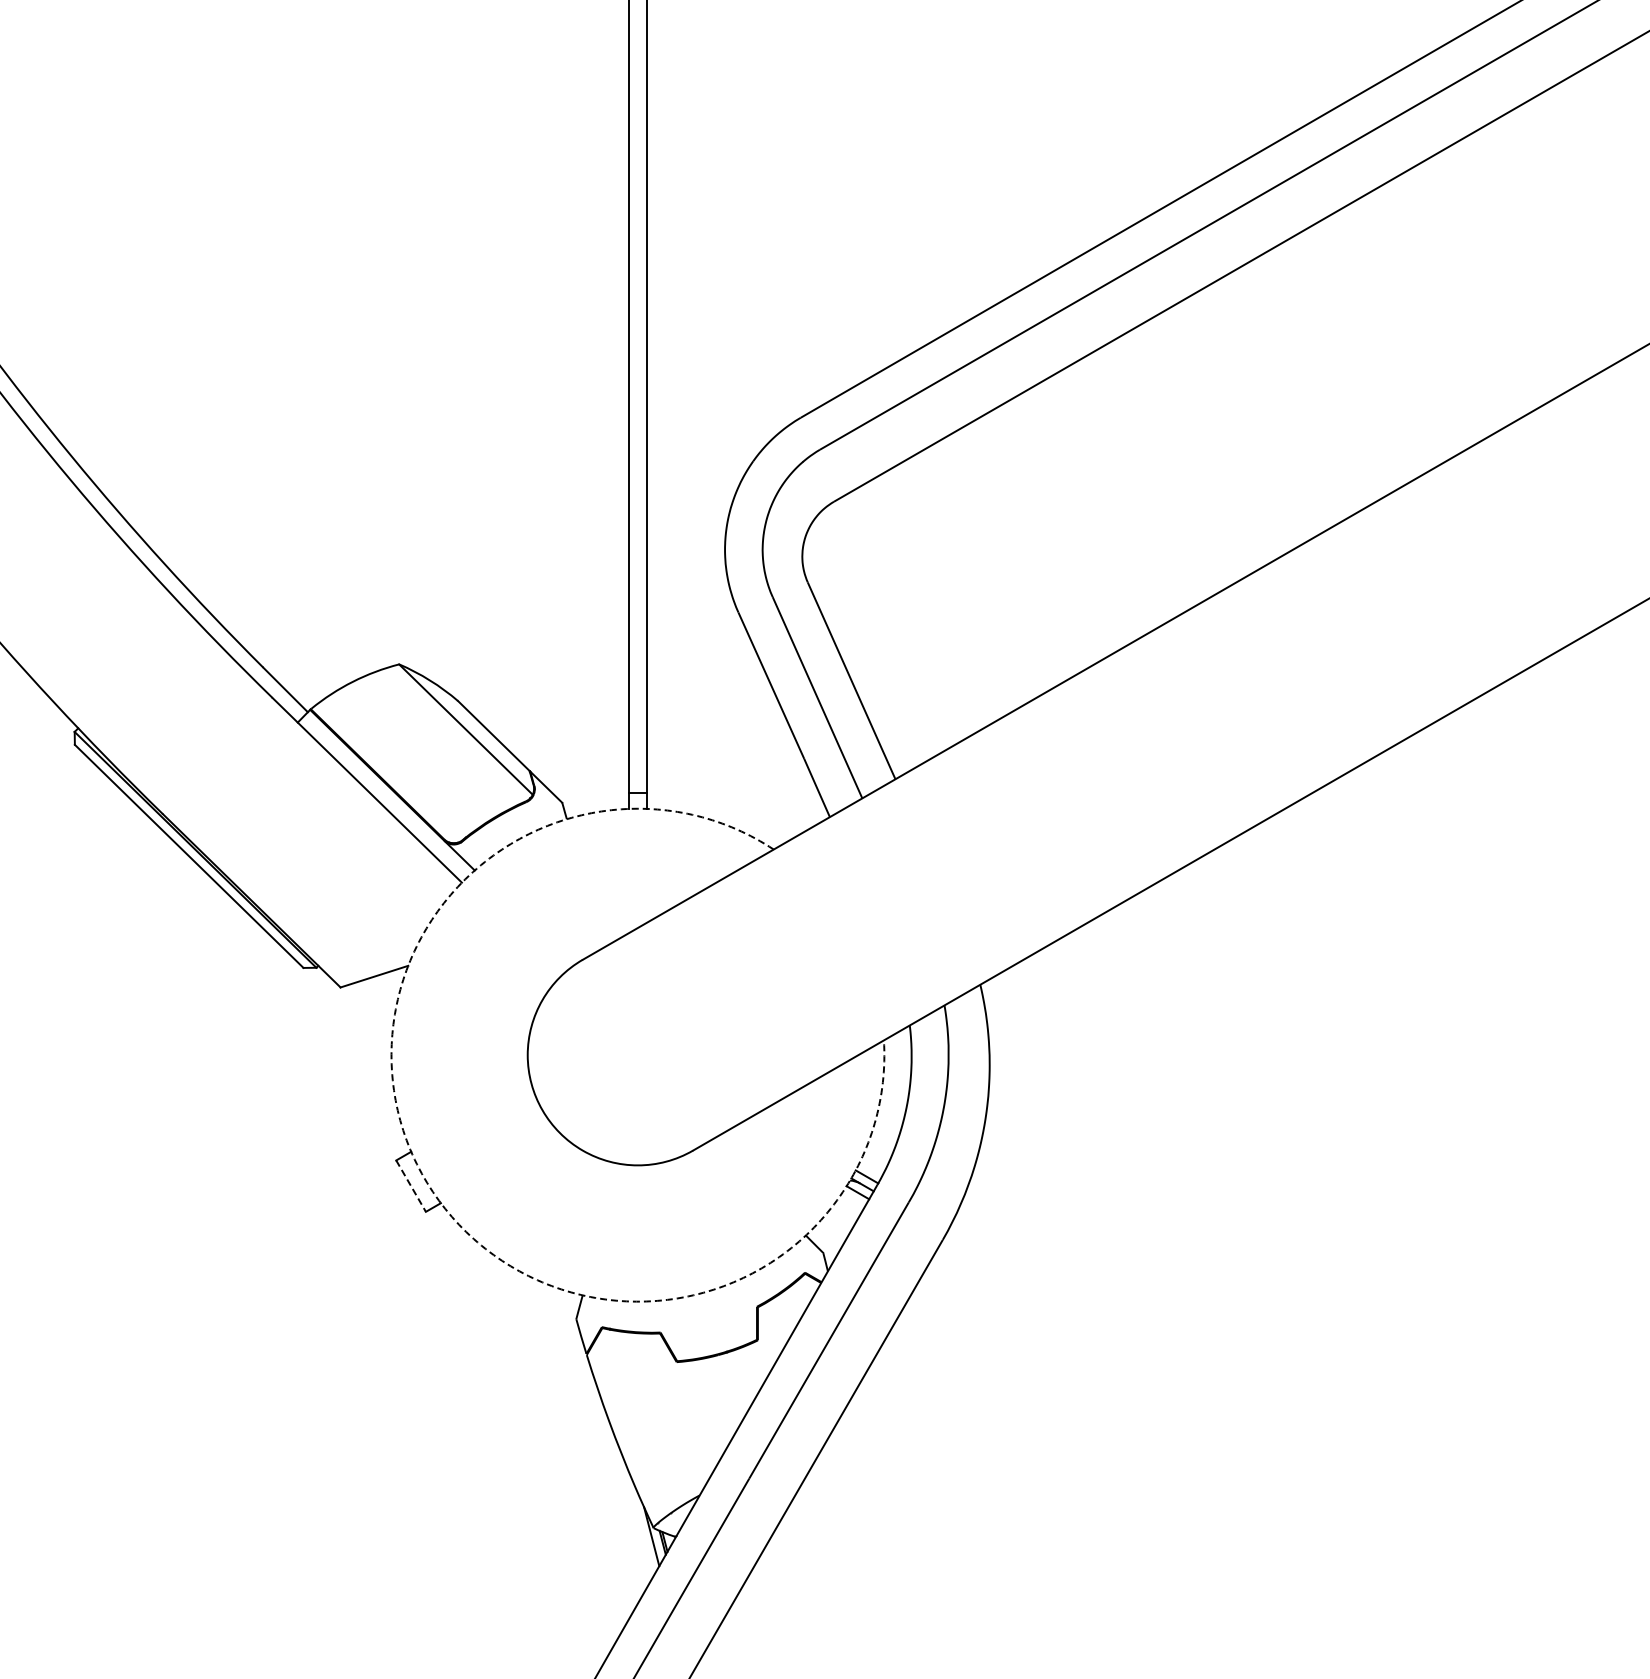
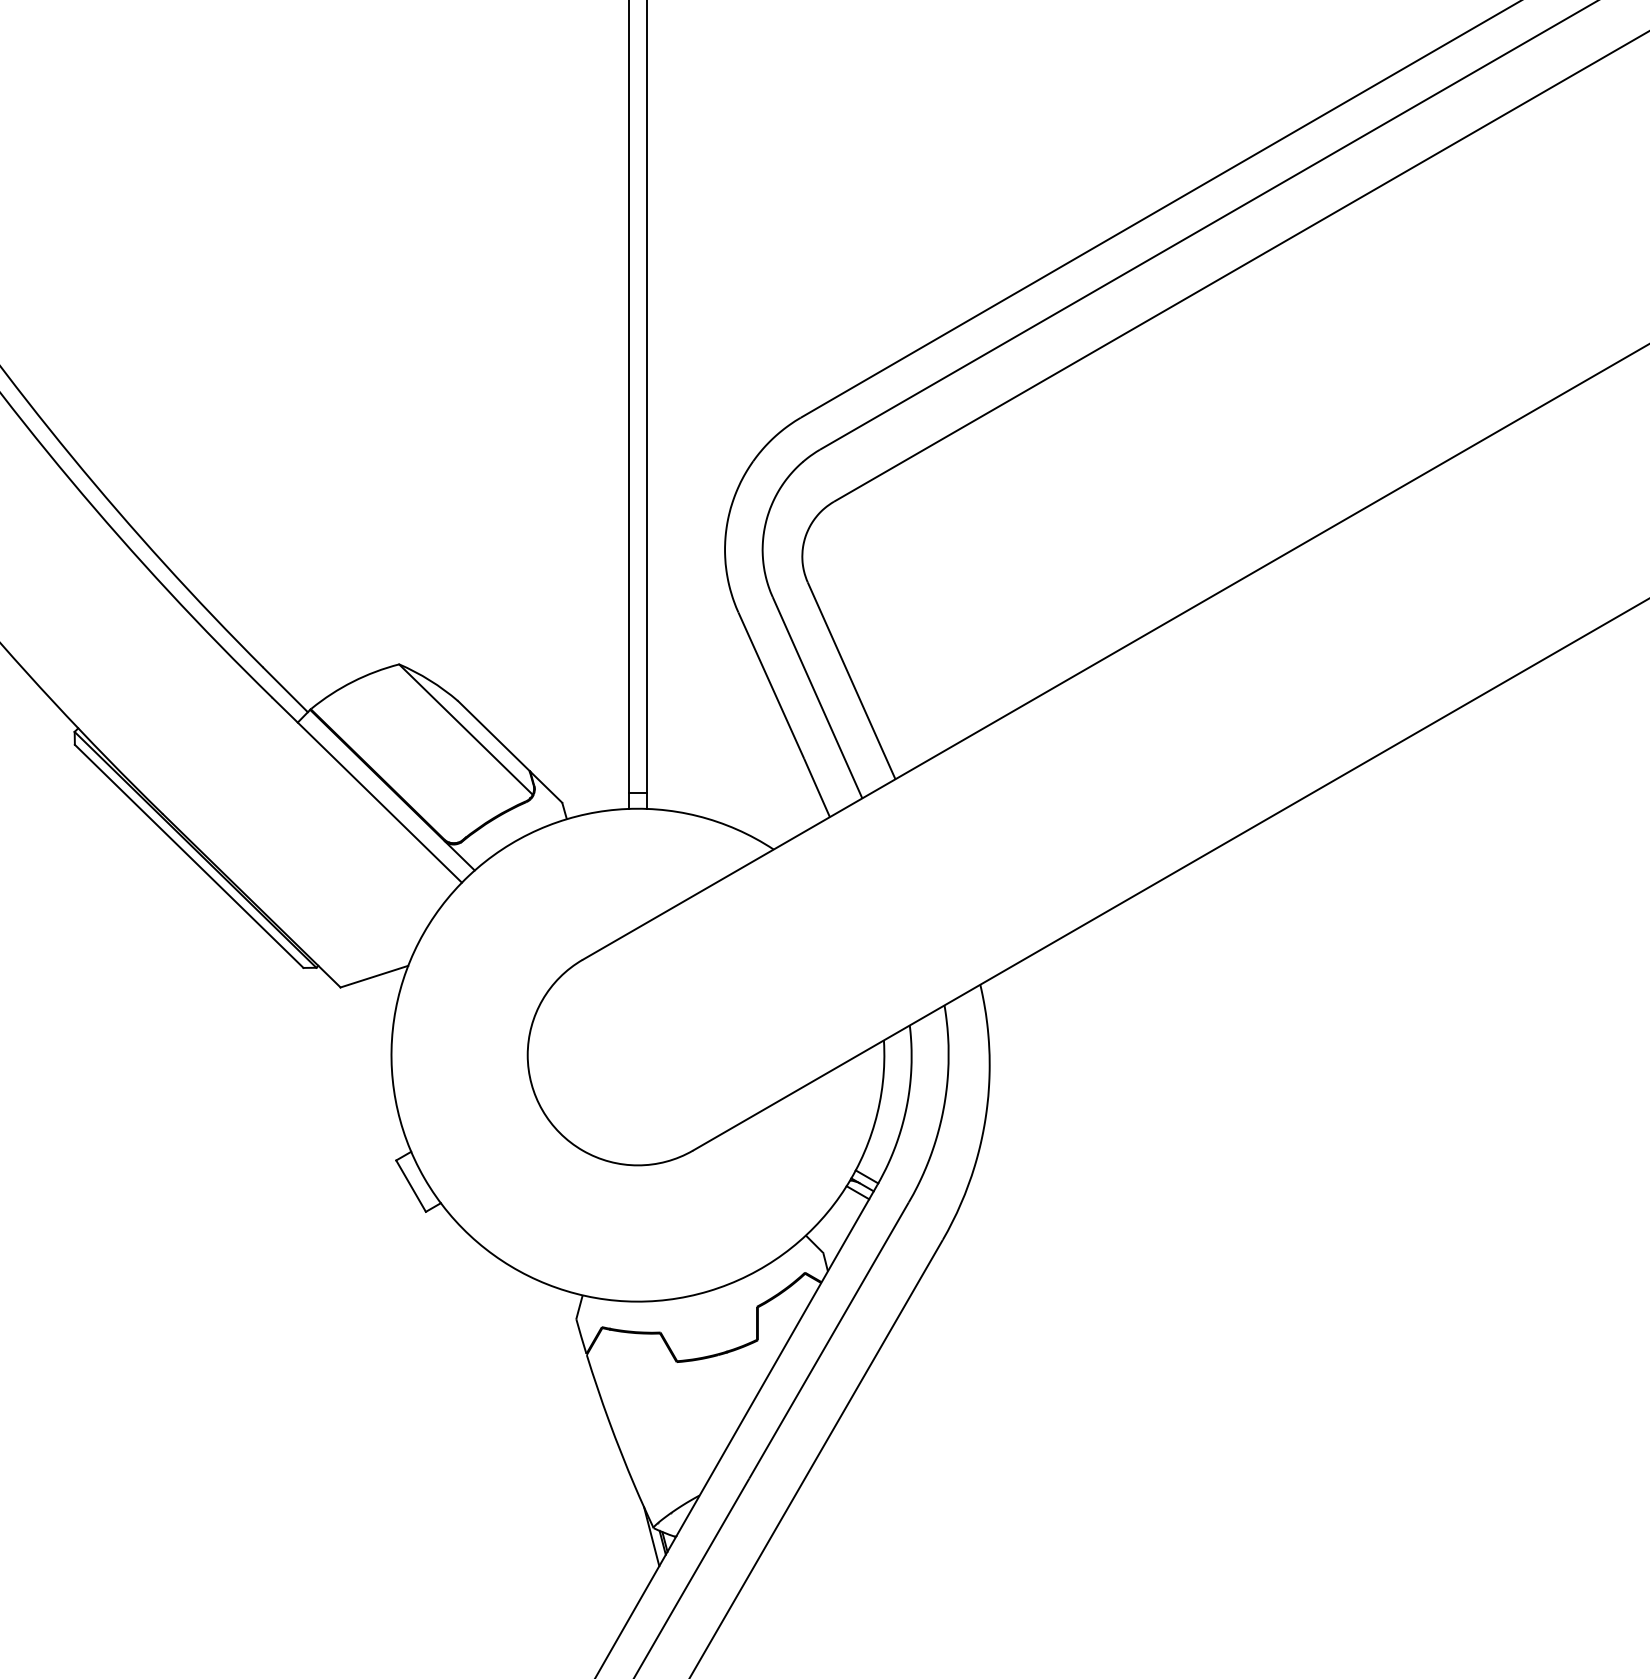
arc at (424, 1178): dashed -> solid
line at (411, 1186): dashed -> solid
